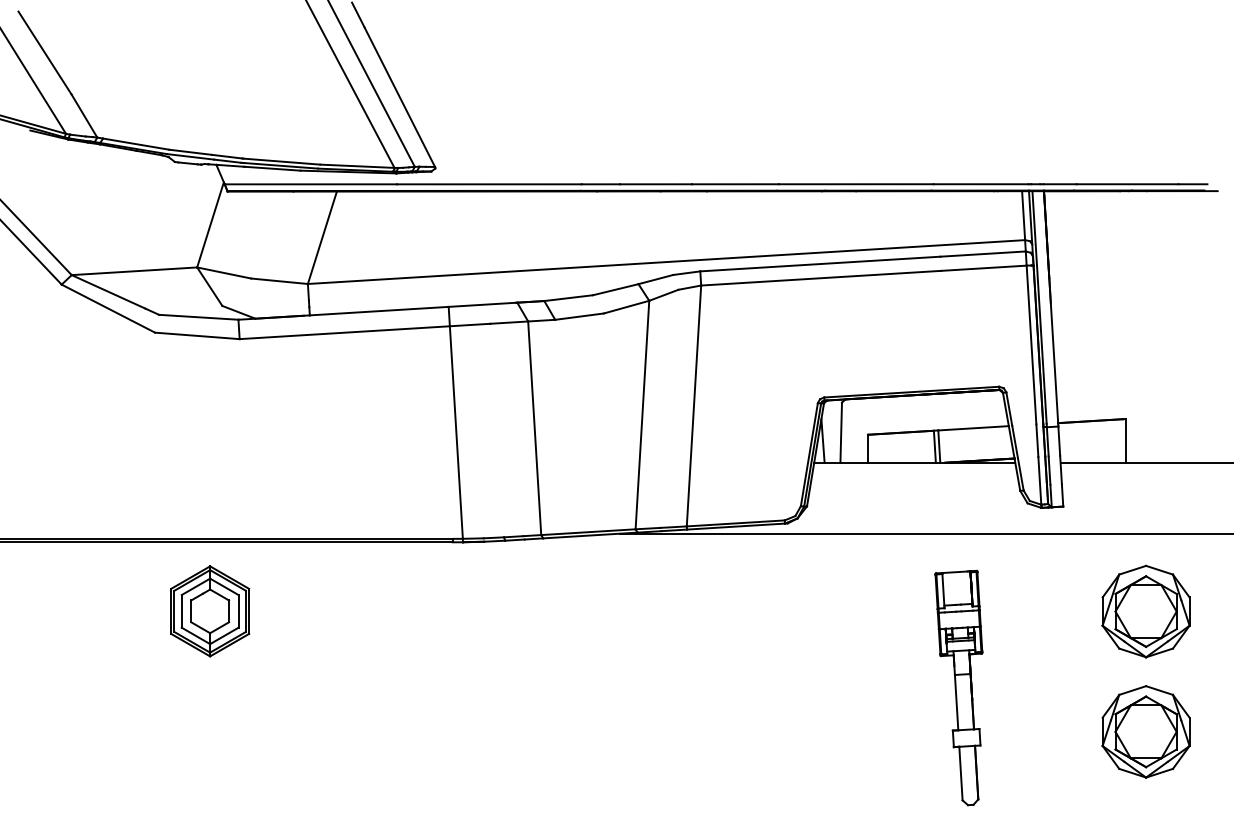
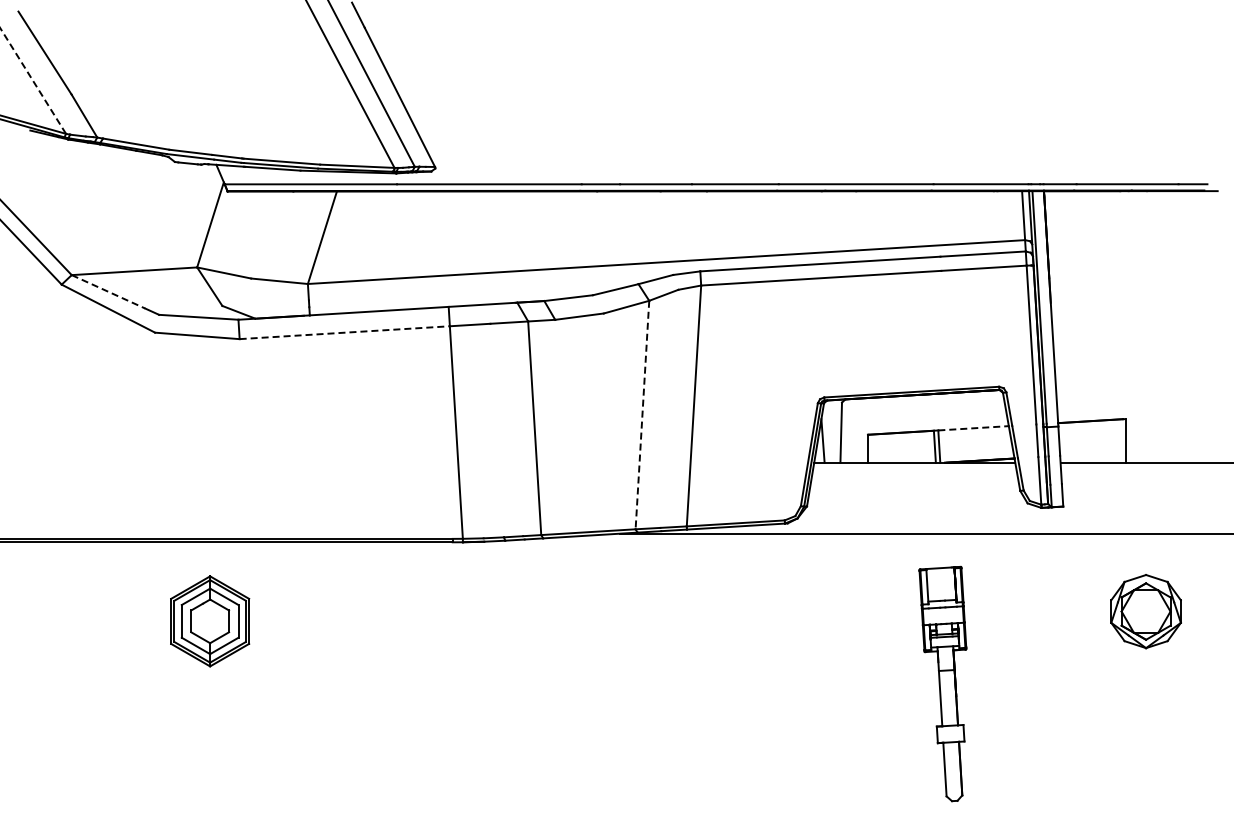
line at (32, 80): solid -> dashed
line at (108, 292): solid -> dashed
line at (345, 332): solid -> dashed
line at (642, 415): solid -> dashed
line at (974, 428): solid -> dashed
part at (210, 611) position: (210, 611) -> (210, 621)
part at (1145, 611) size: 90x95 px -> 72x76 px
part at (958, 687) position: (958, 687) -> (942, 683)
part at (1145, 731): present -> none
